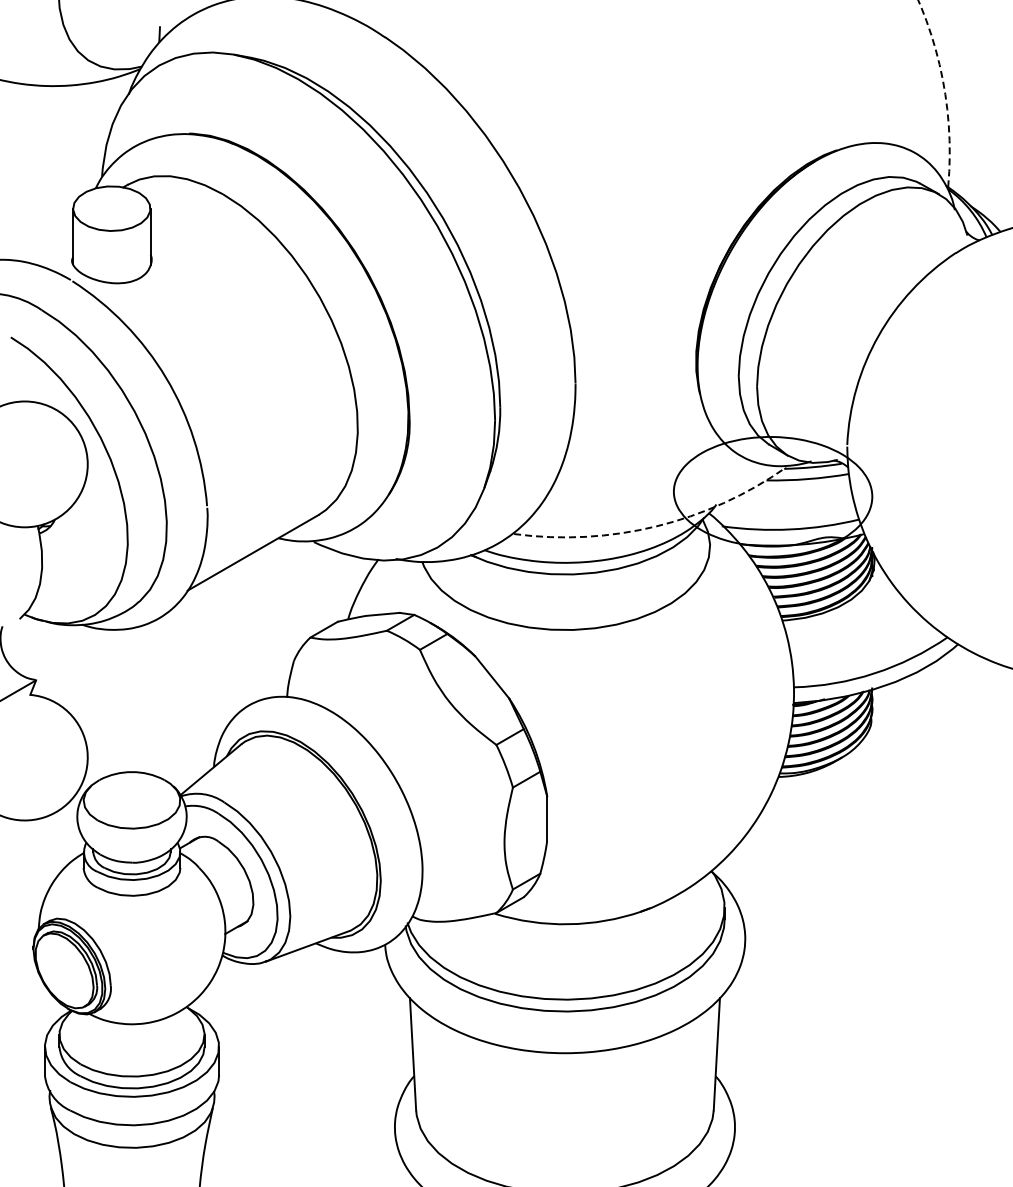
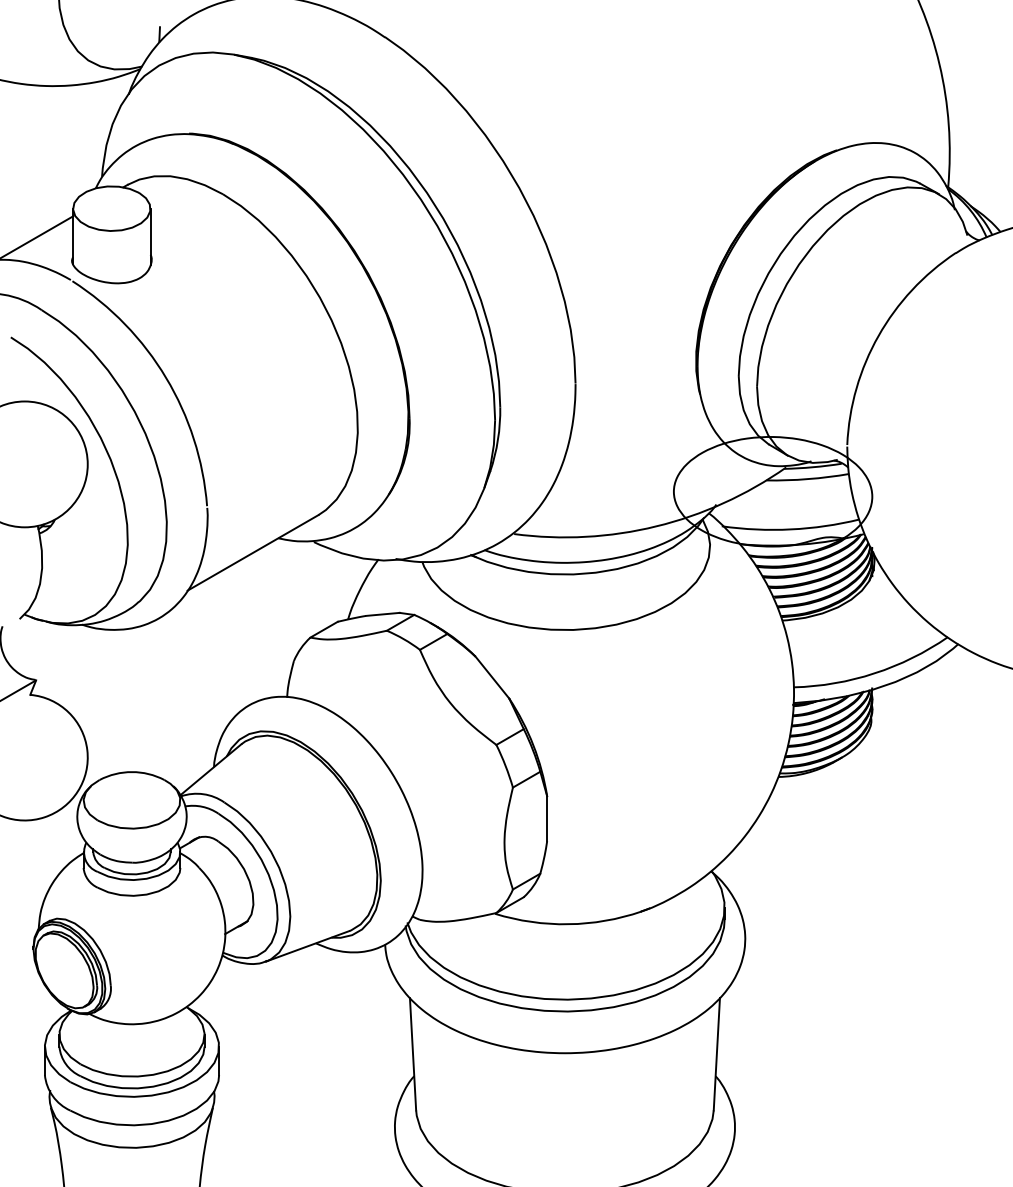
arc at (944, 90): dashed -> solid
line at (37, 236): none -> present
arc at (656, 526): dashed -> solid
